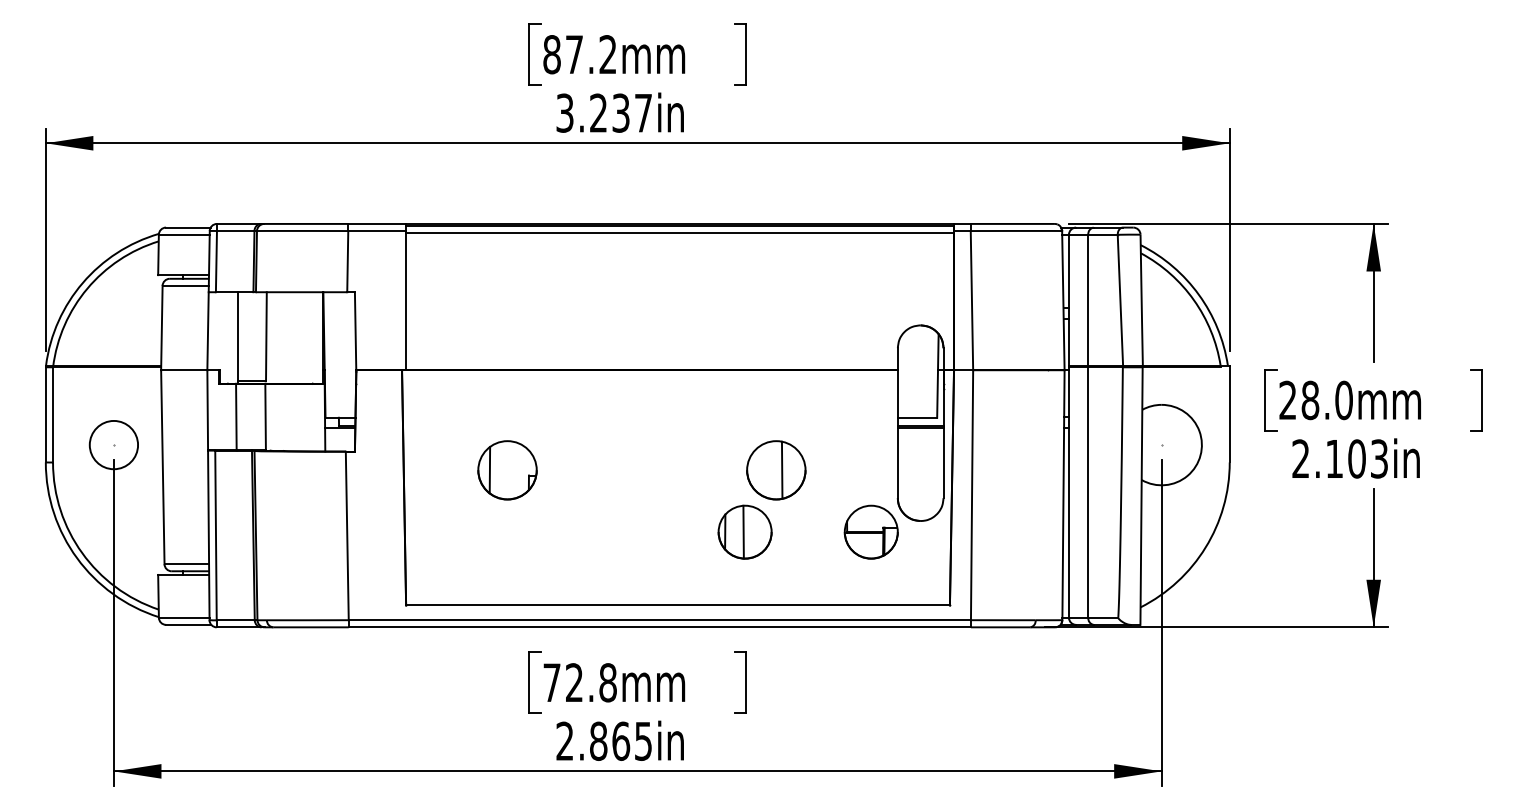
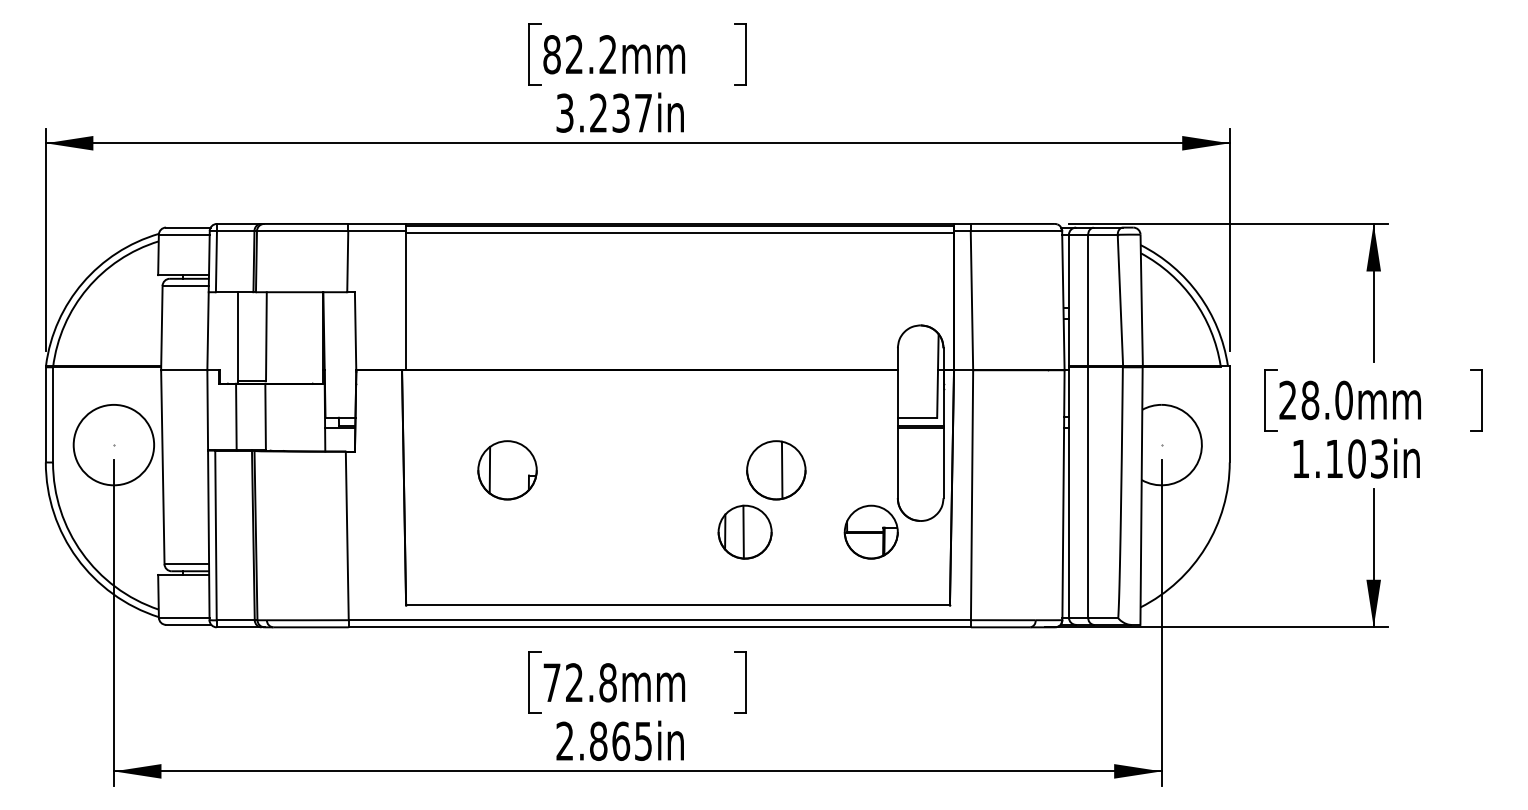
text at (574, 54): 87.2mm -> 82.2mm
circle at (113, 444) diameter: 48 px -> 80 px
text at (1300, 458): 2.103in -> 1.103in
